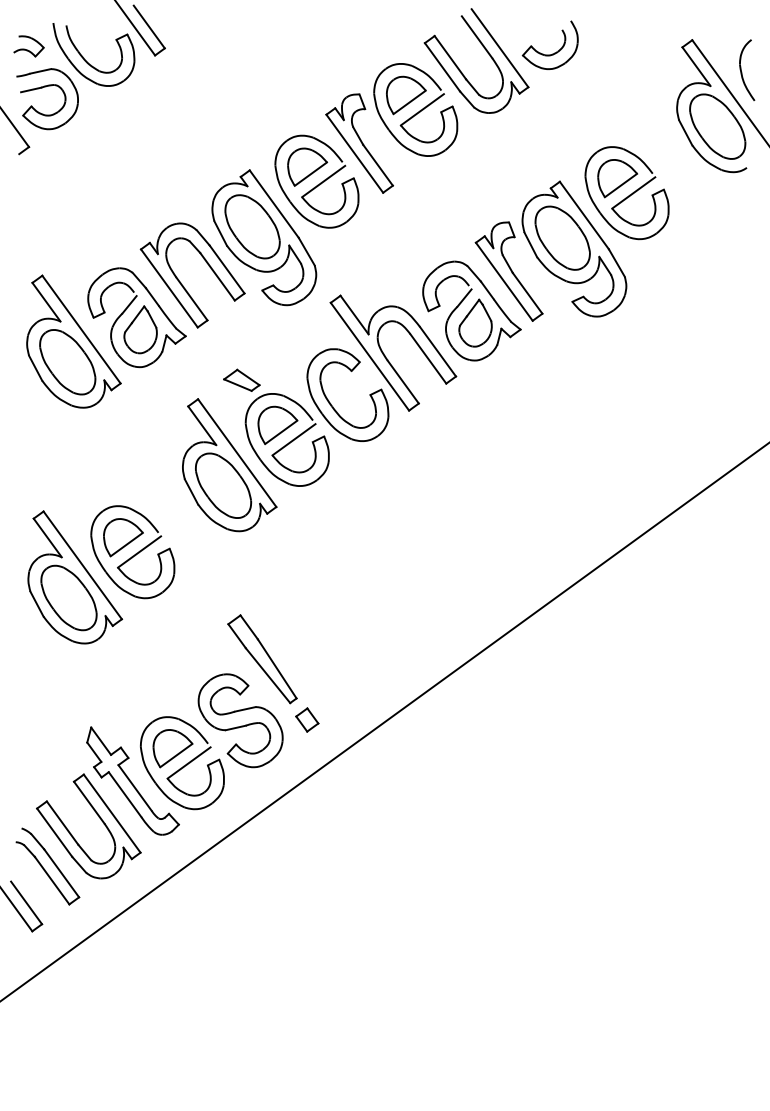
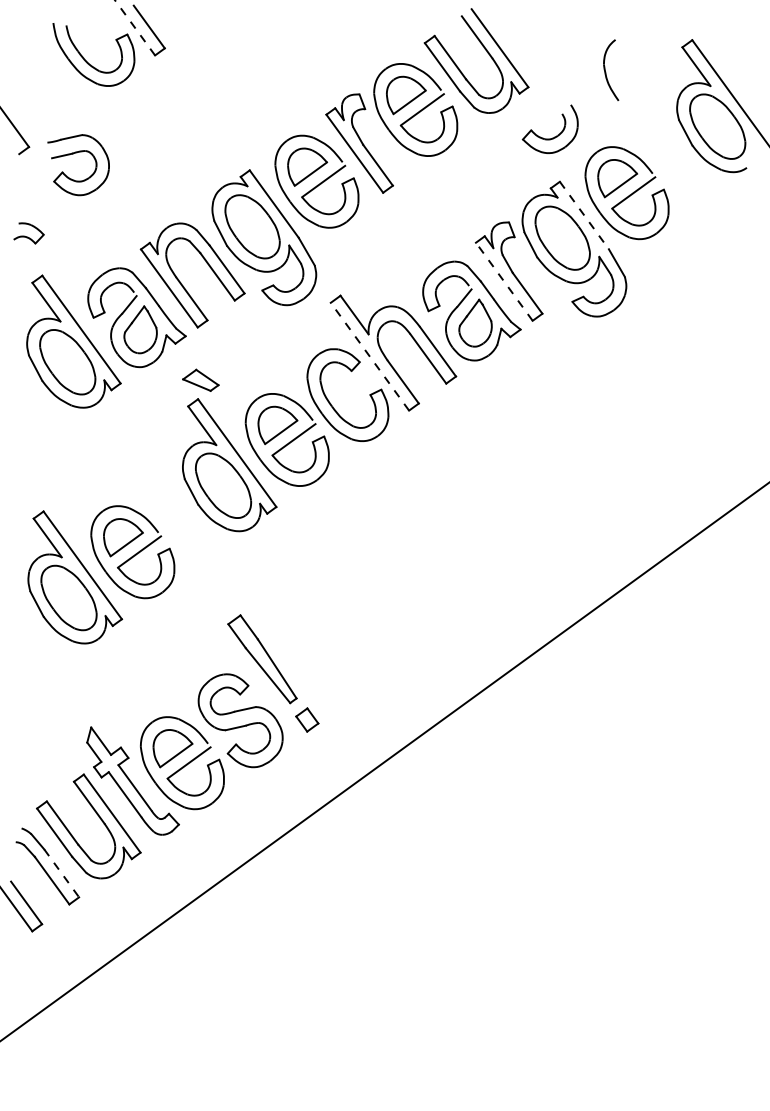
line at (135, 28): solid -> dashed
part at (28, 46) position: (28, 46) -> (28, 233)
part at (554, 52) position: (554, 52) -> (554, 136)
part at (747, 69) position: (747, 69) -> (611, 69)
part at (42, 88) position: (42, 88) -> (73, 154)
line at (584, 215): solid -> dashed
line at (504, 281): solid -> dashed
line at (369, 356): solid -> dashed
part at (241, 379) position: (241, 379) -> (200, 379)
line at (384, 722) position: (384, 722) -> (384, 761)
line at (61, 873): solid -> dashed
